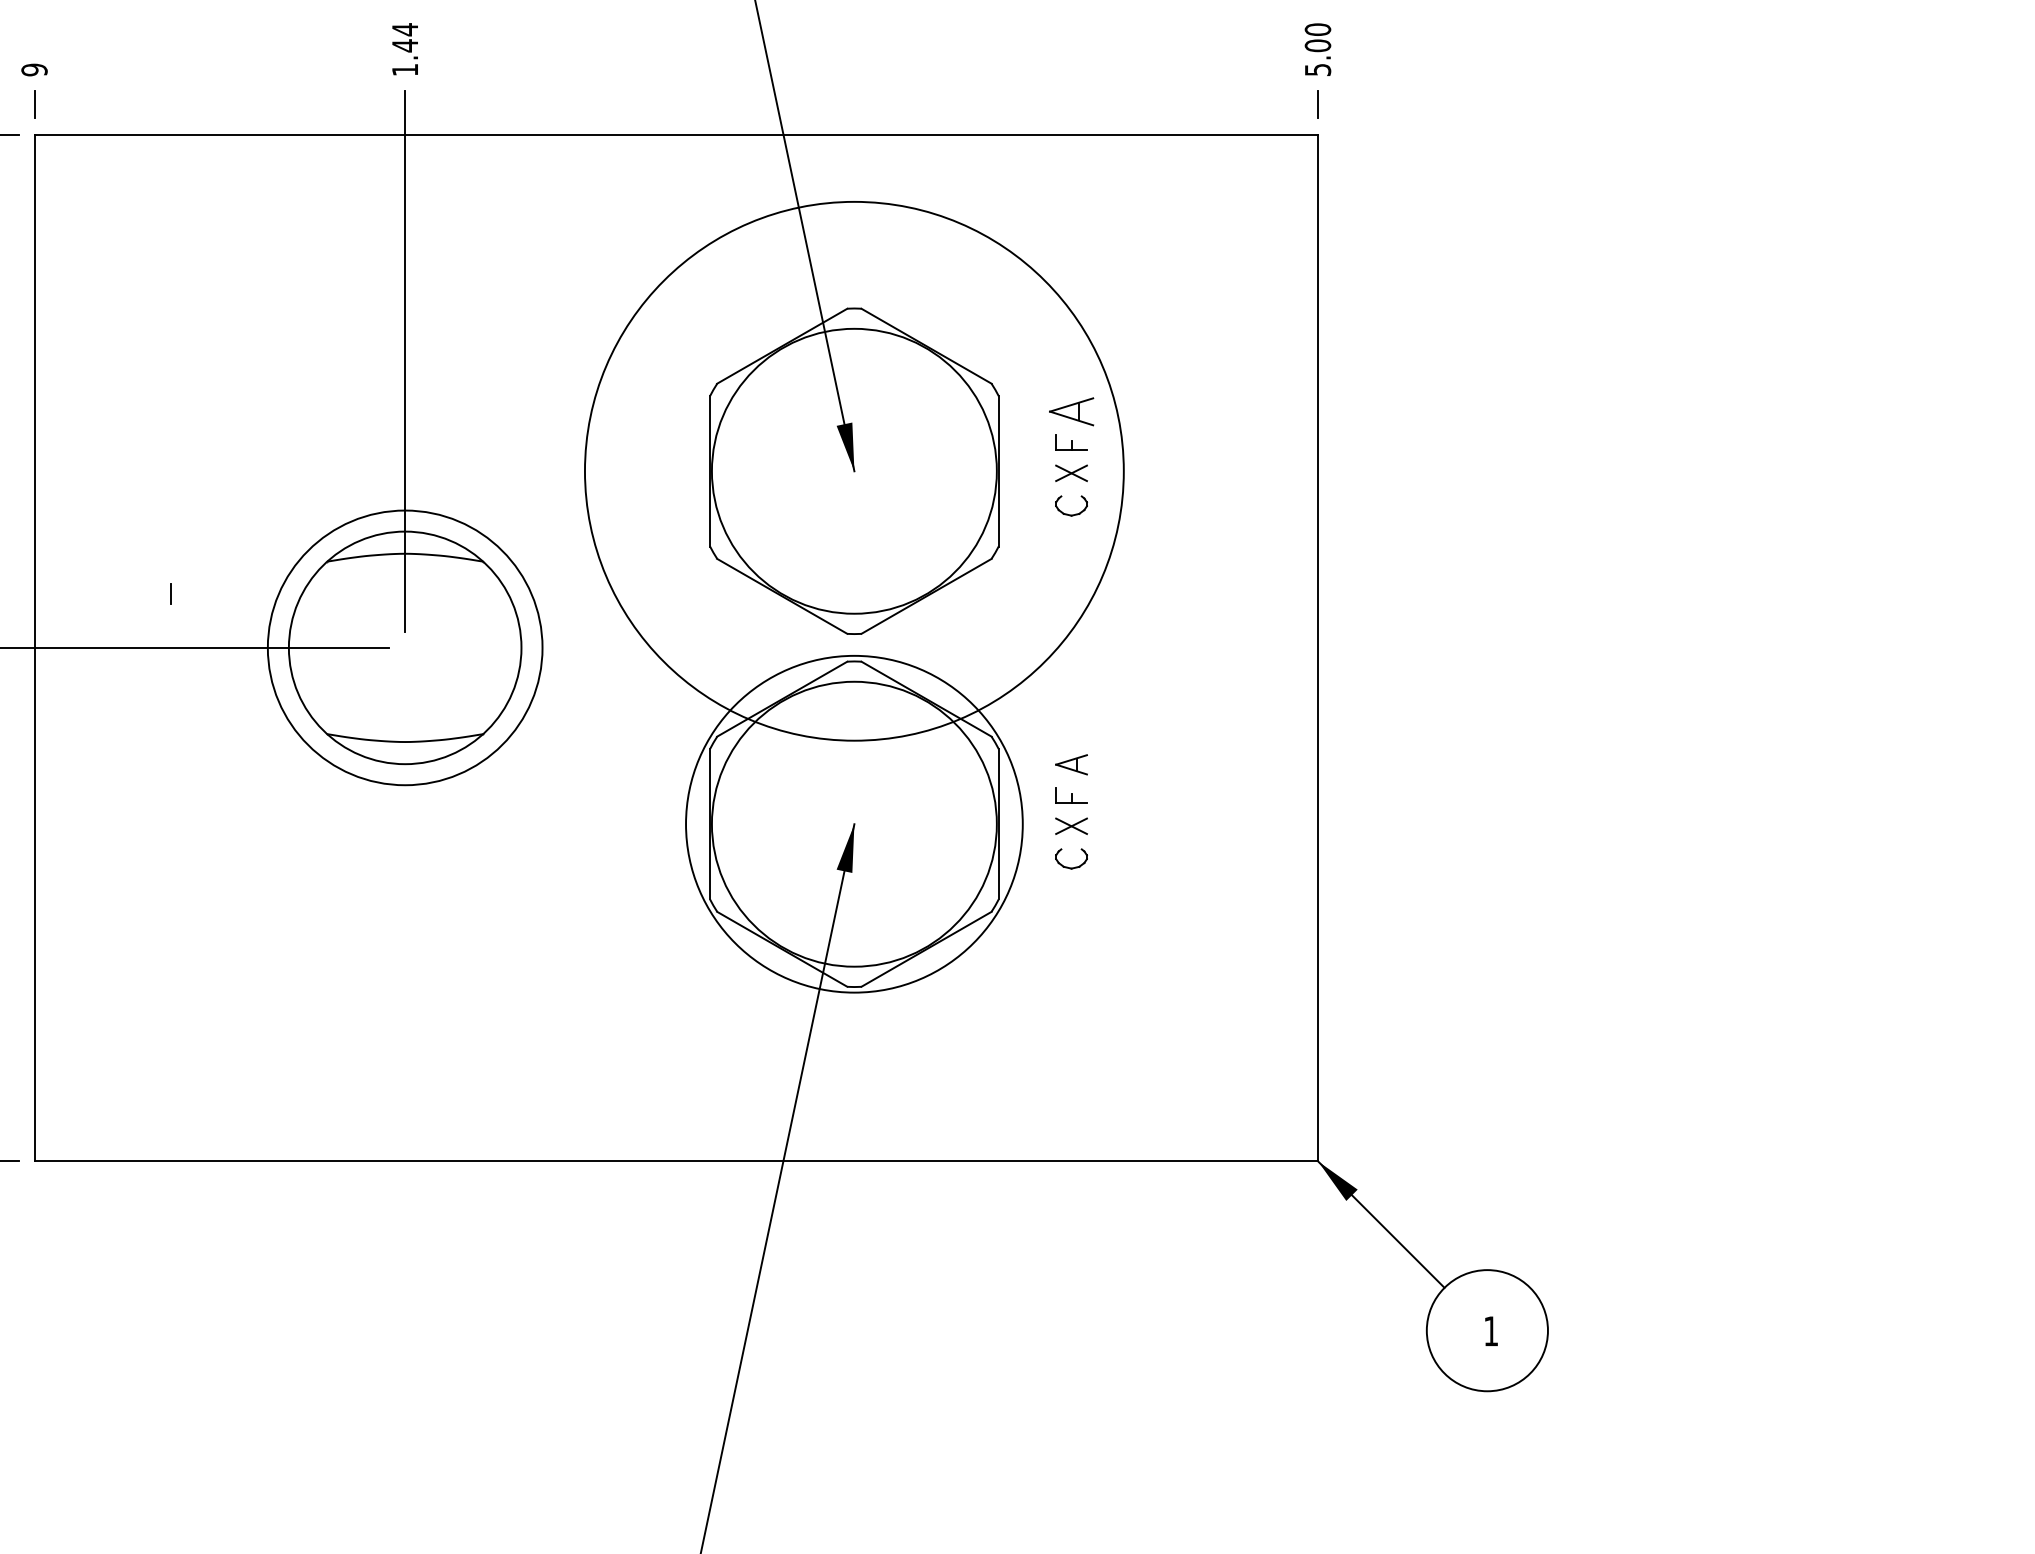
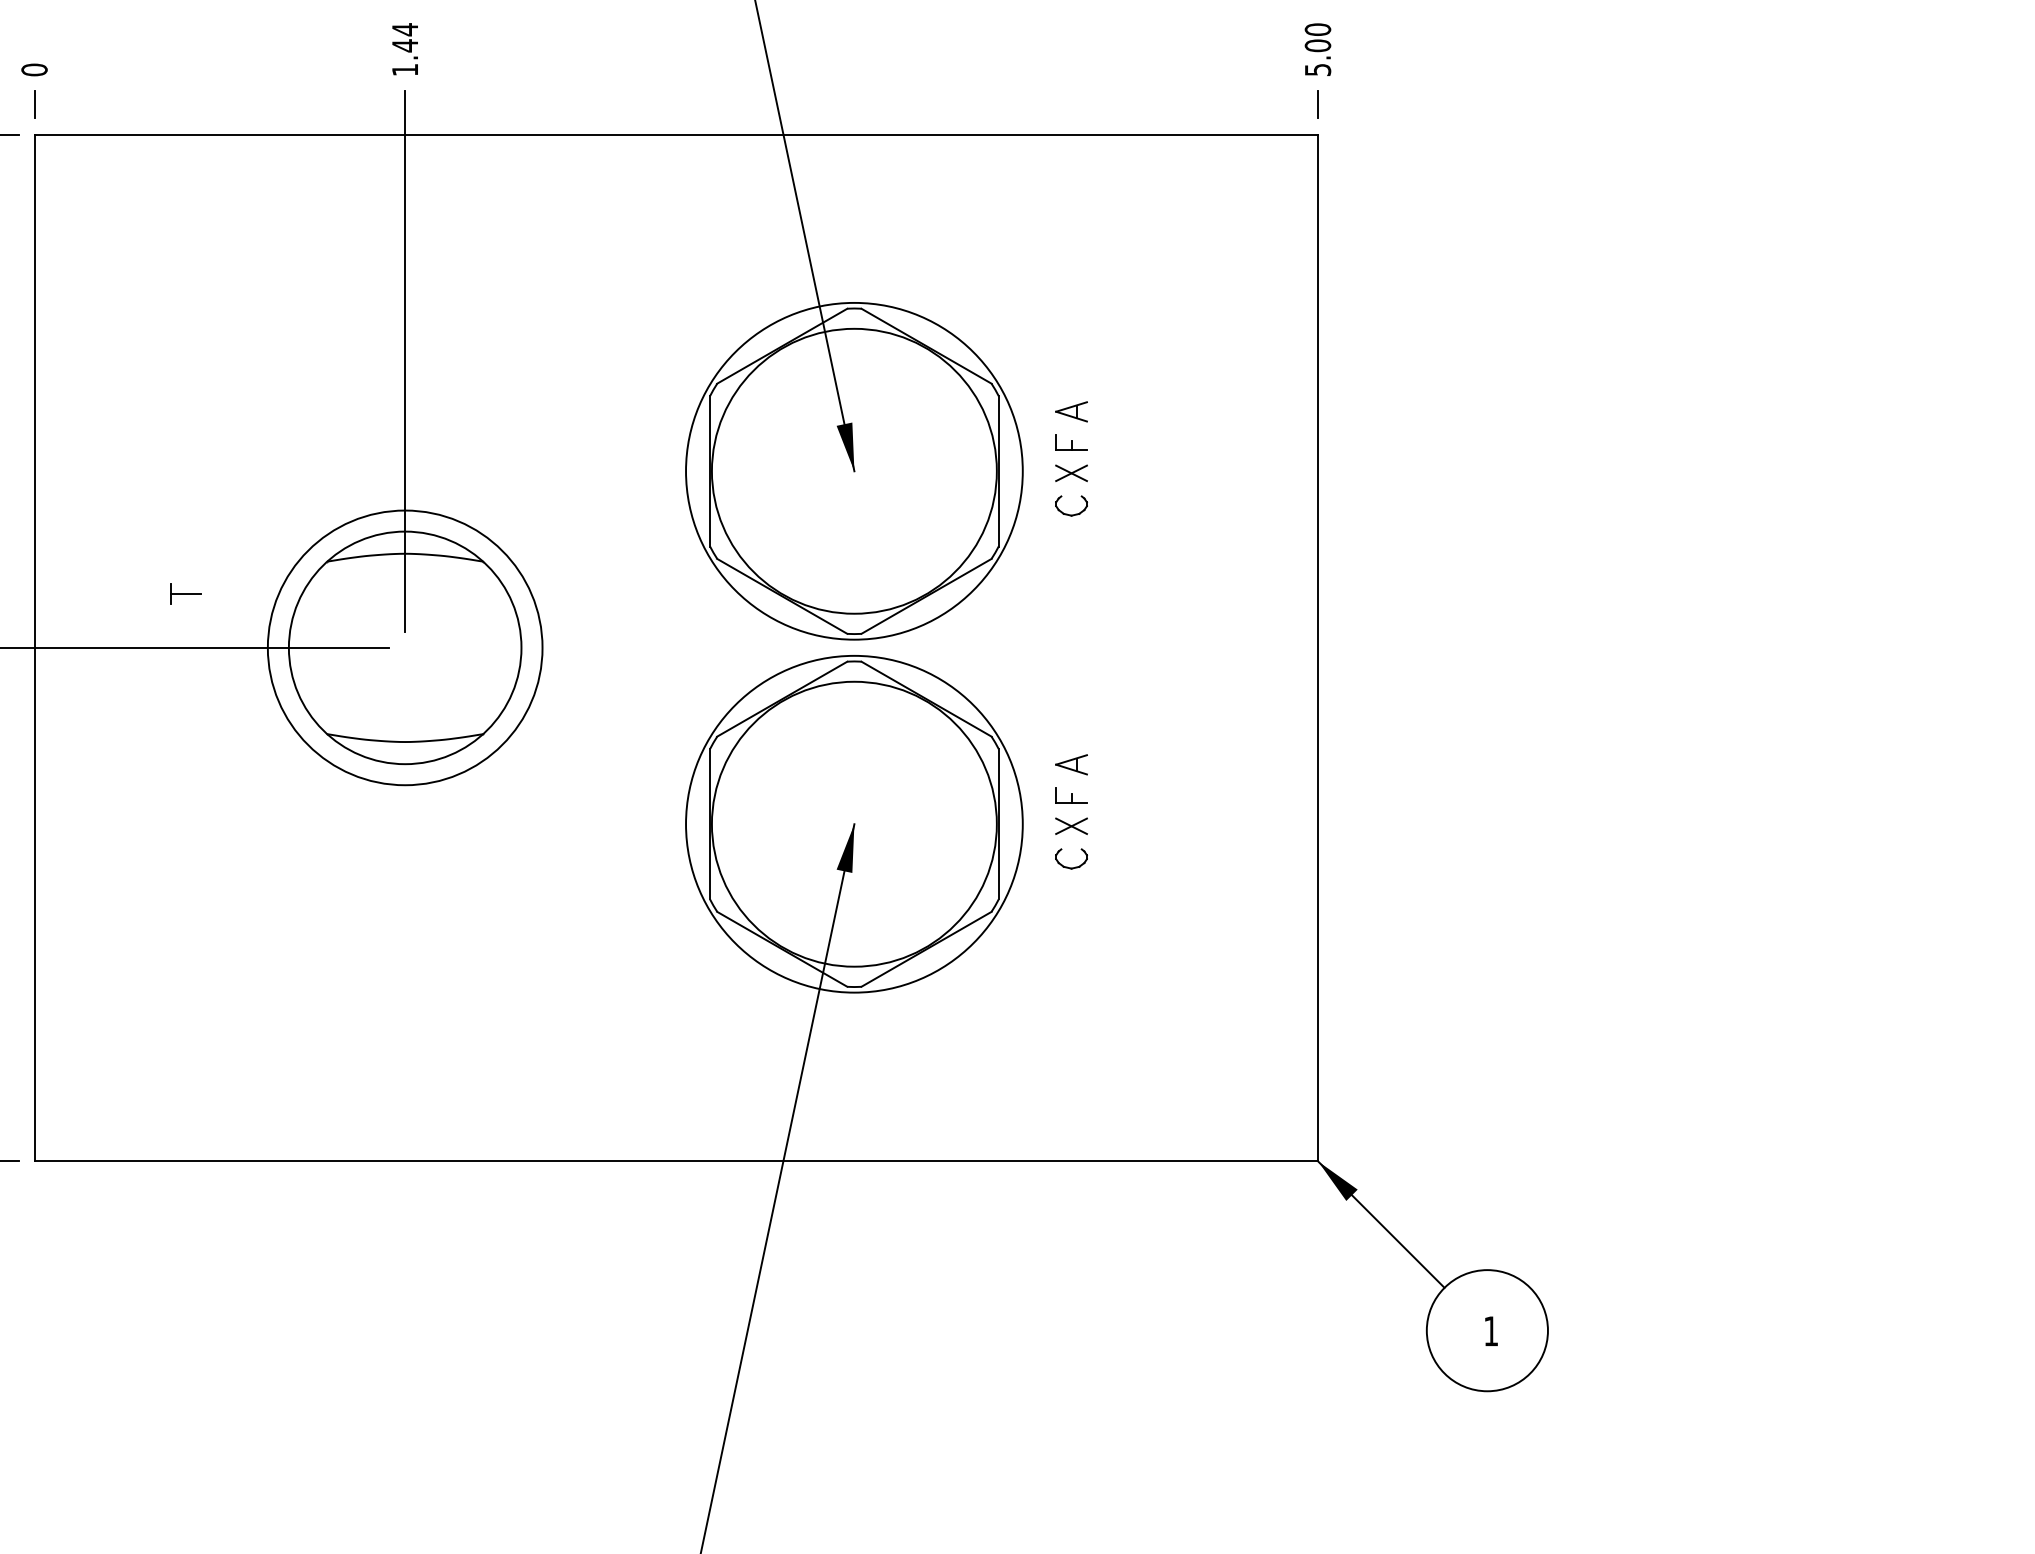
text at (34, 69): 9 -> 0
part at (1071, 411) size: 46x30 px -> 33x22 px
circle at (853, 470) diameter: 539 px -> 337 px
line at (185, 594): none -> present
